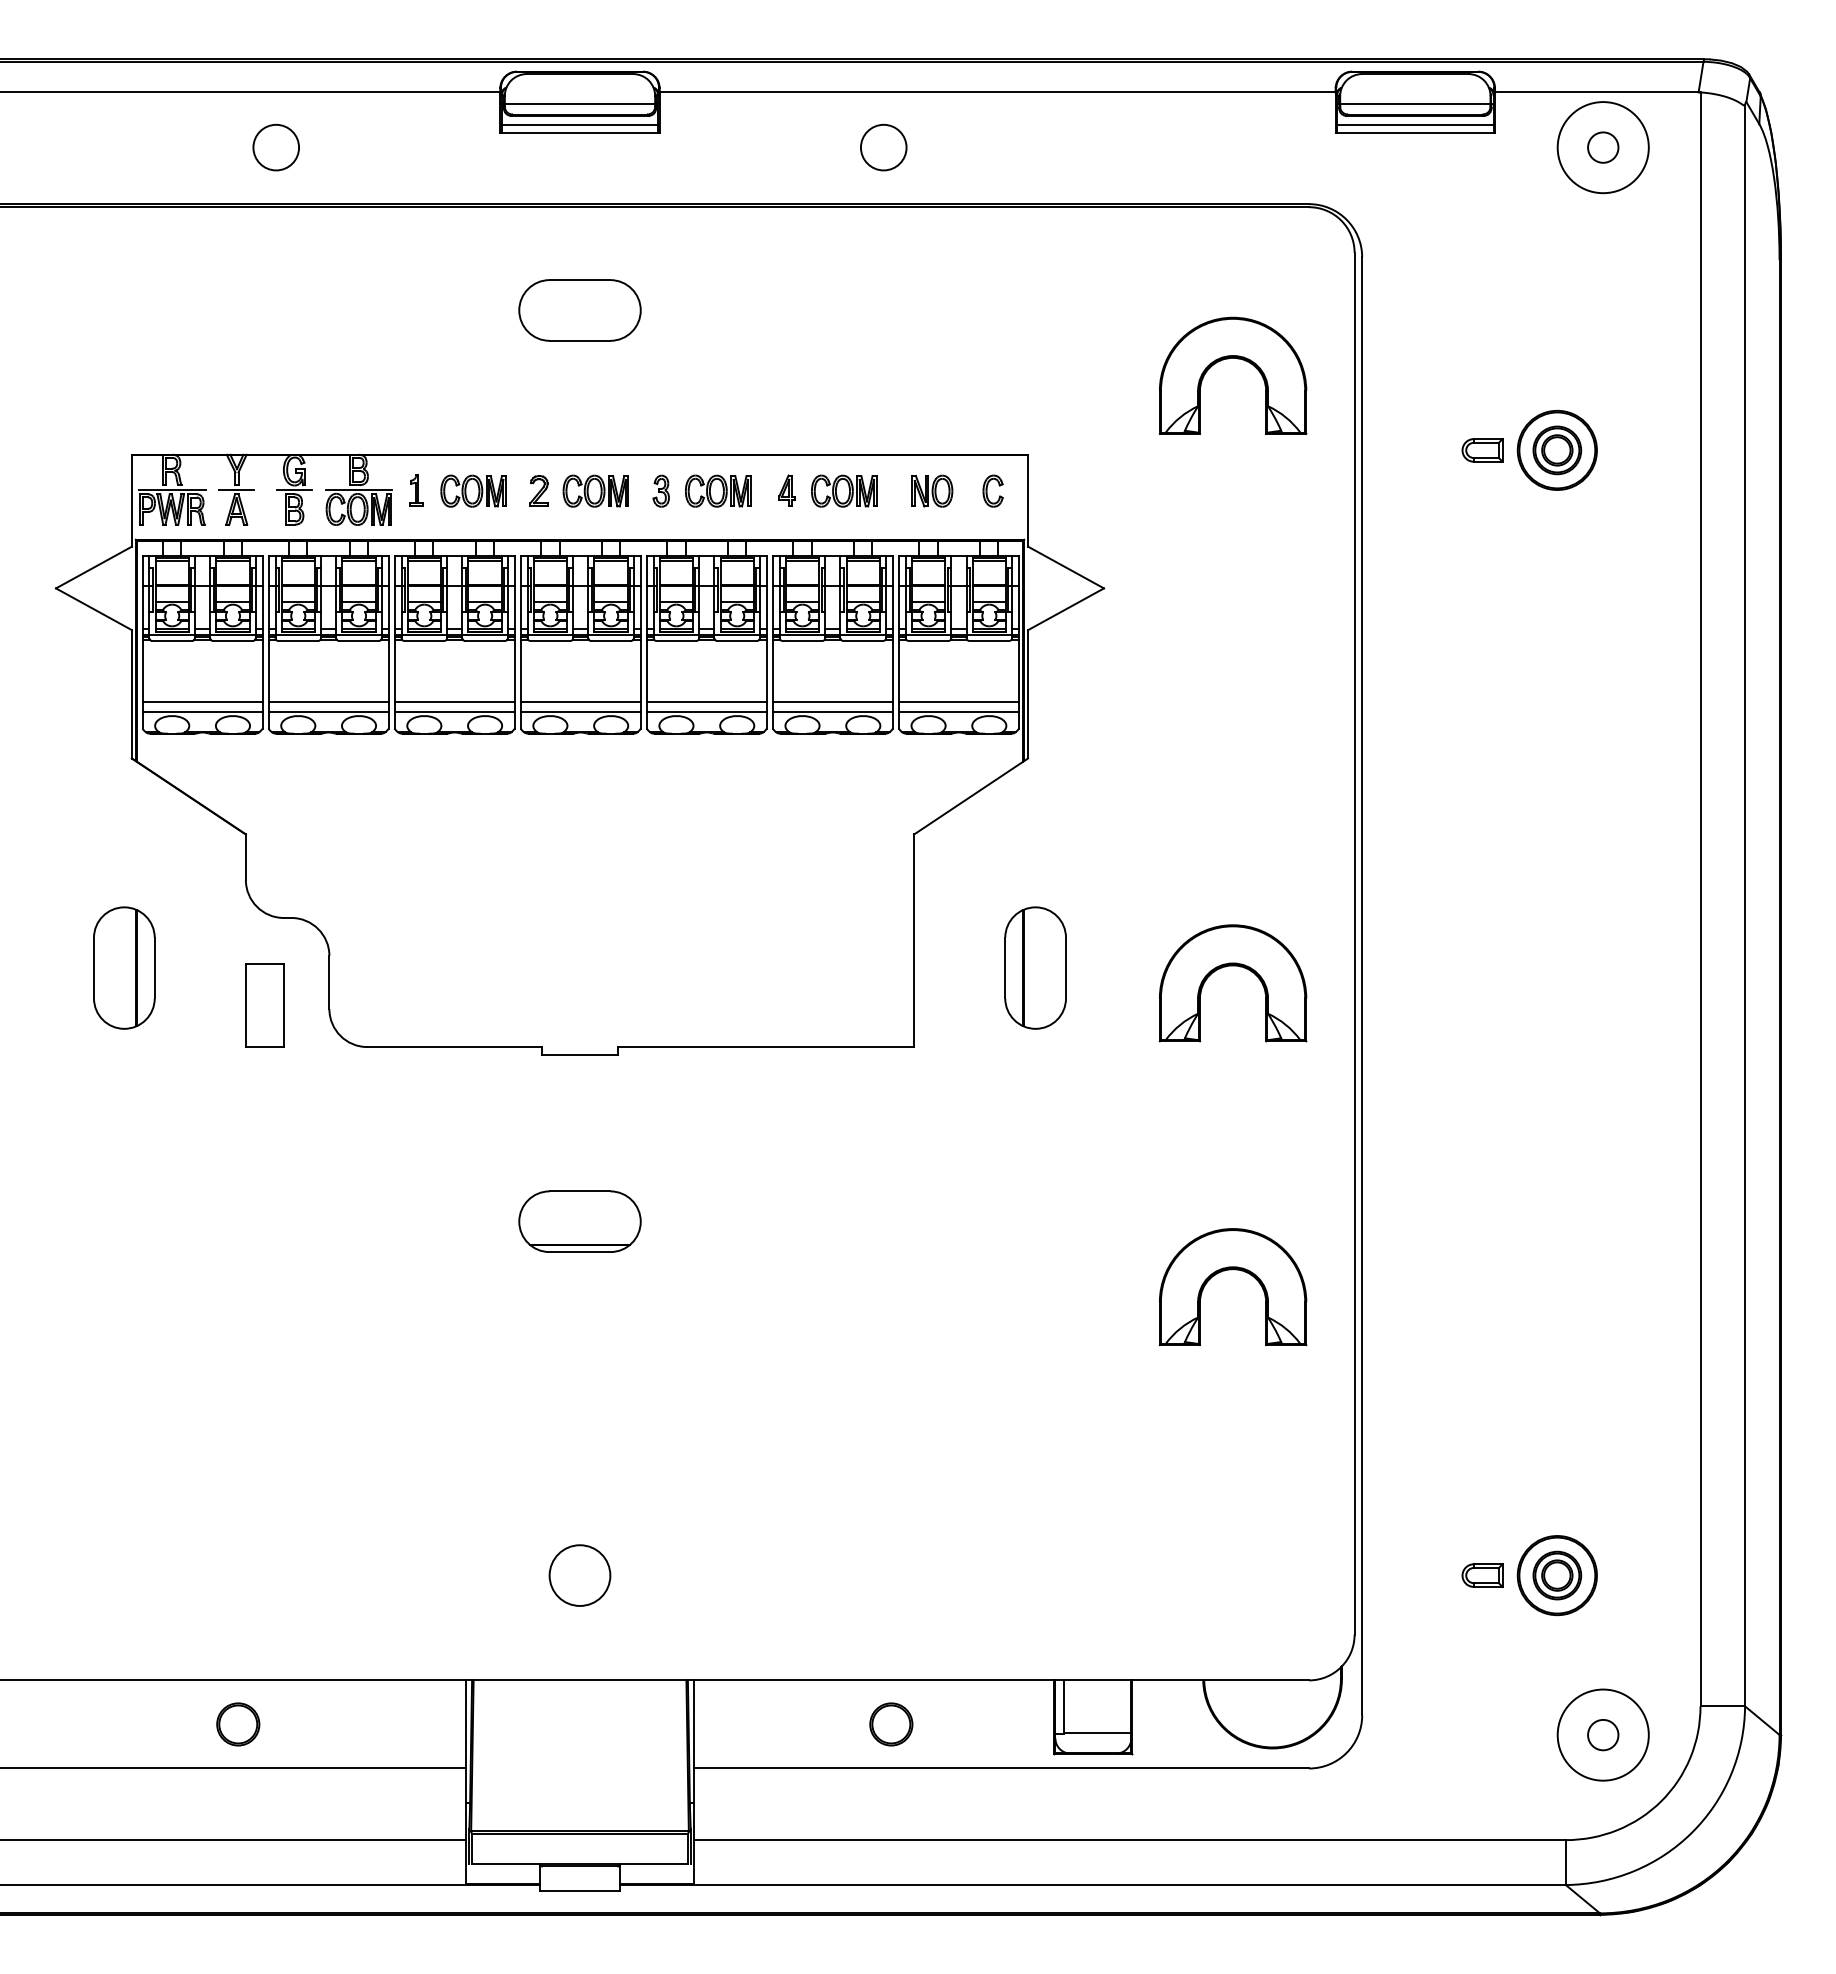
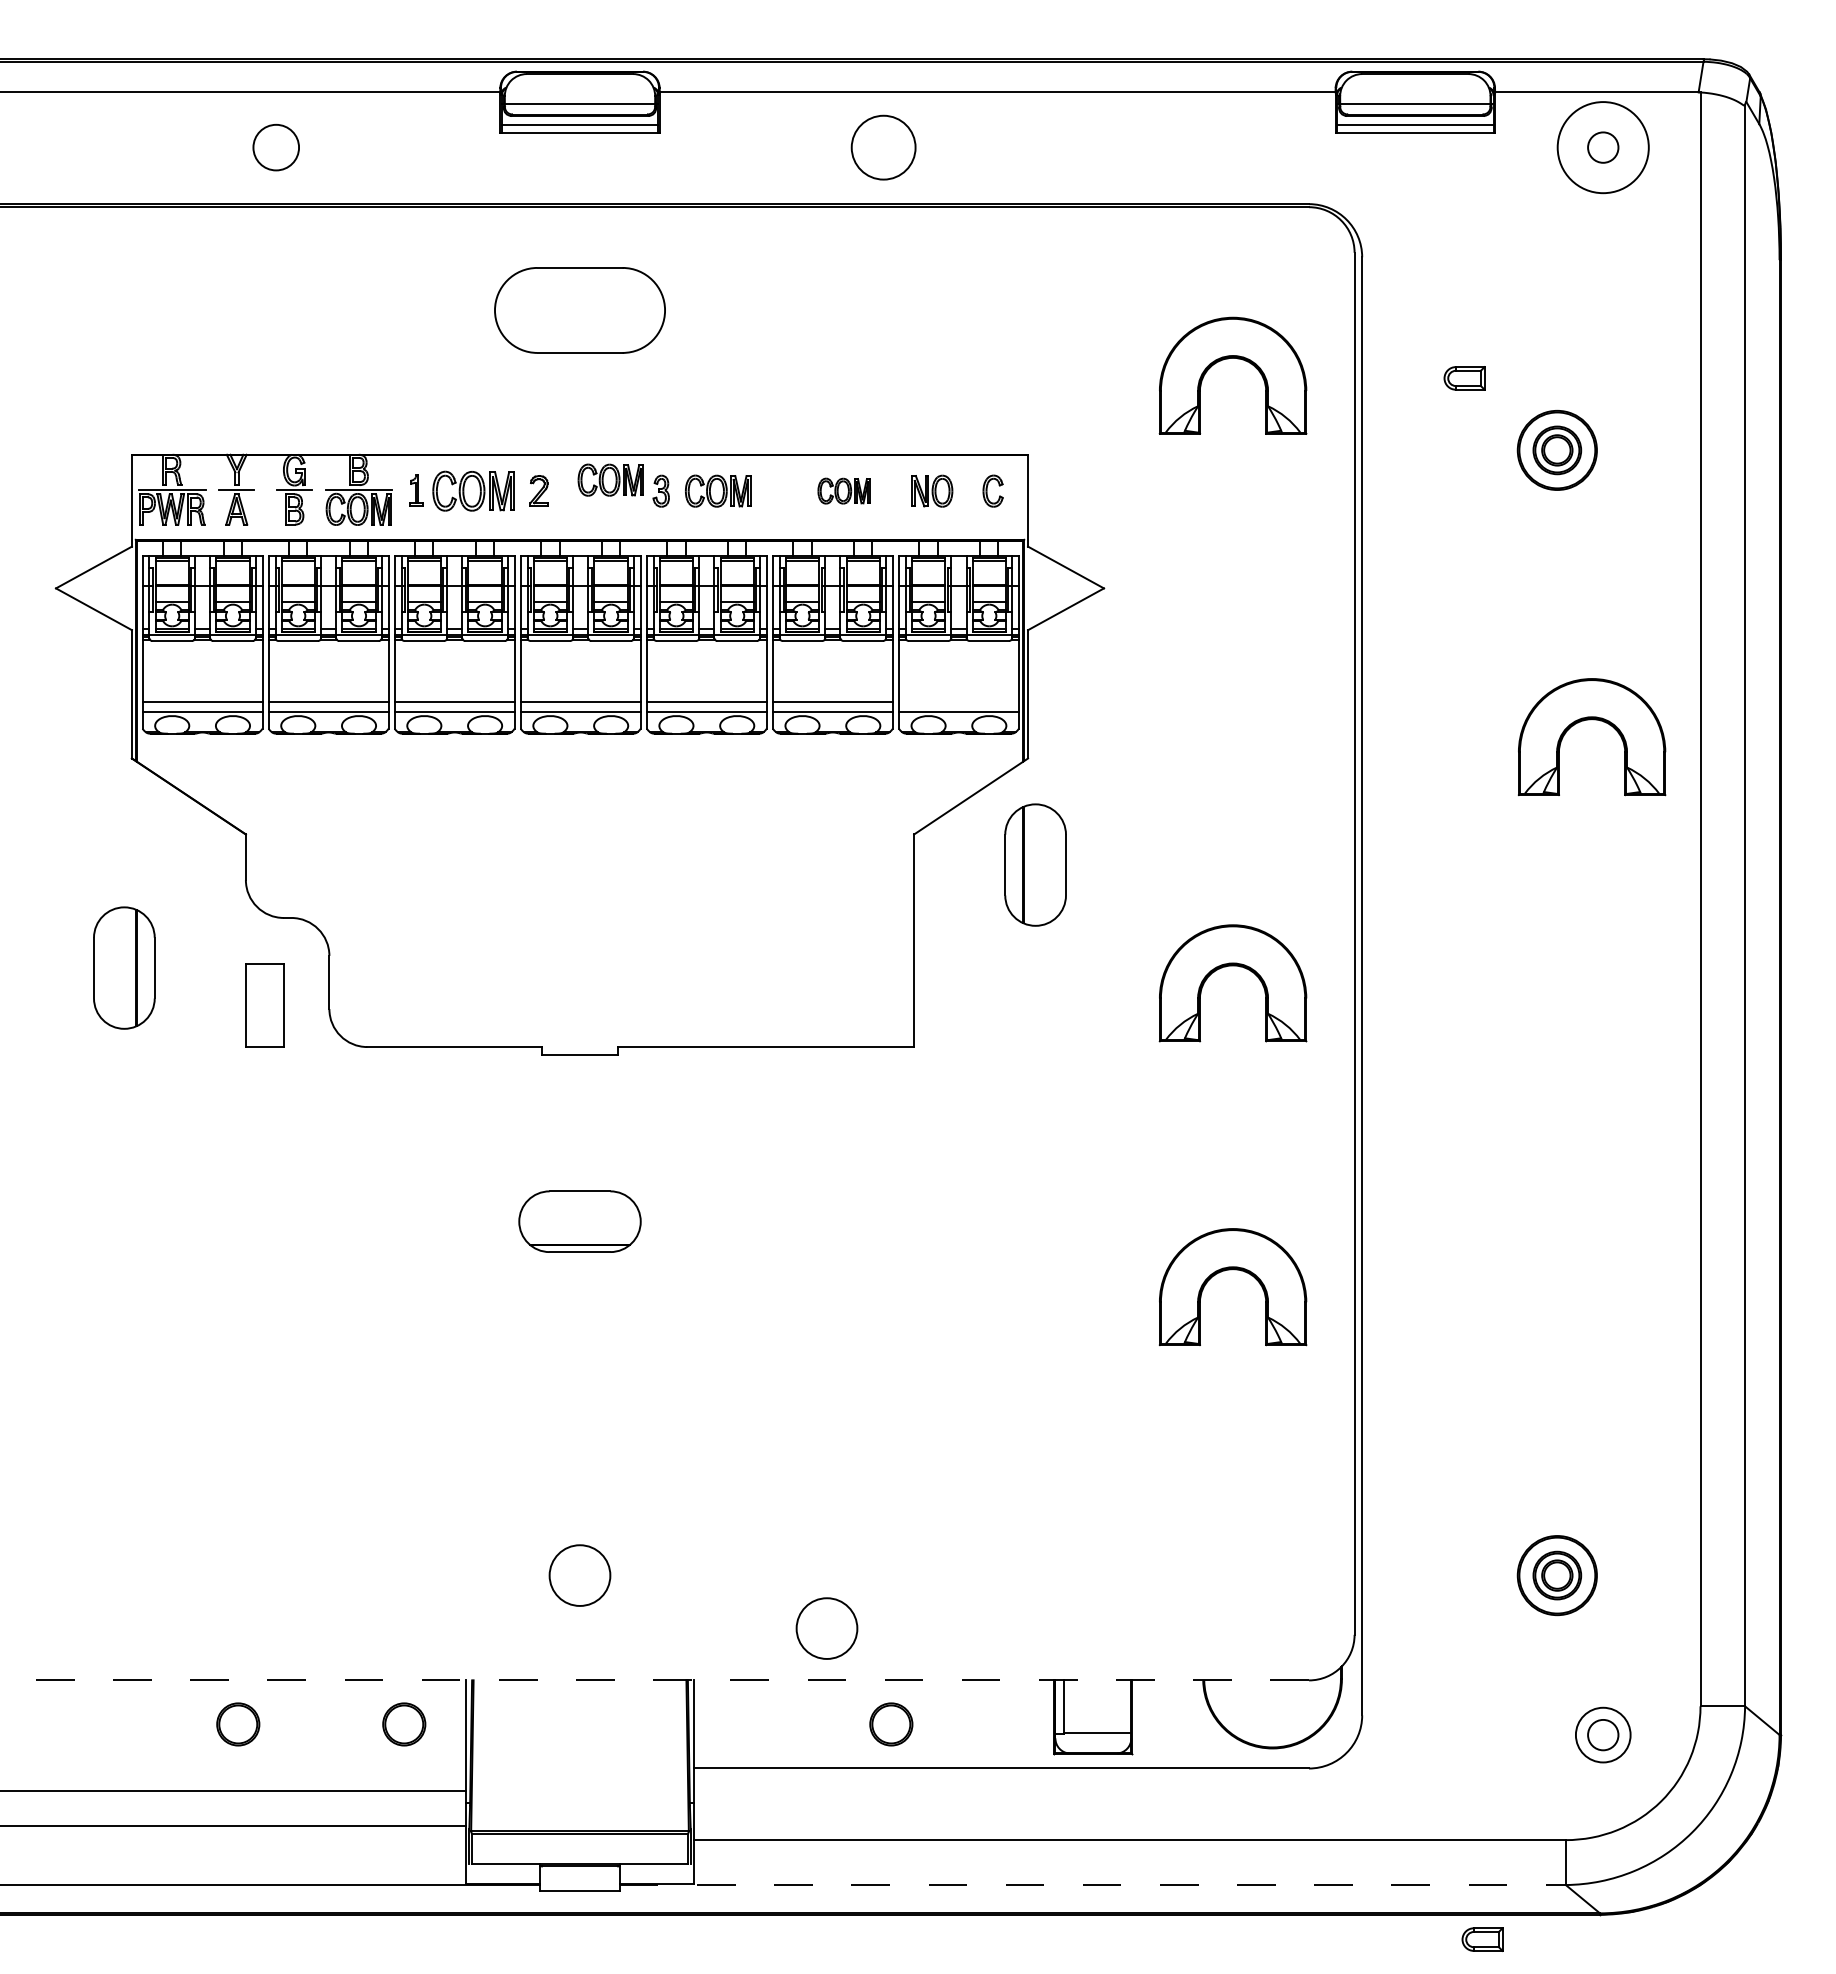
circle at (883, 147) size: 48x49 px -> 67x67 px
part at (579, 310) size: 124x63 px -> 172x87 px
part at (1482, 450) position: (1482, 450) -> (1464, 378)
part at (473, 490) size: 67x34 px -> 83x42 px
part at (595, 490) position: (595, 490) -> (610, 479)
part at (786, 490): present -> none
part at (844, 490) size: 67x34 px -> 54x28 px
line at (958, 701): present -> none
part at (1591, 720): none -> present
part at (1035, 967) position: (1035, 967) -> (1035, 864)
part at (1482, 1575) position: (1482, 1575) -> (1482, 1939)
circle at (826, 1628): none -> present
line at (654, 1680): solid -> dashed
part at (404, 1724): none -> present
circle at (1602, 1734) diameter: 91 px -> 55 px
line at (234, 1768) position: (234, 1768) -> (234, 1791)
line at (234, 1840) position: (234, 1840) -> (234, 1826)
line at (1092, 1885): solid -> dashed
